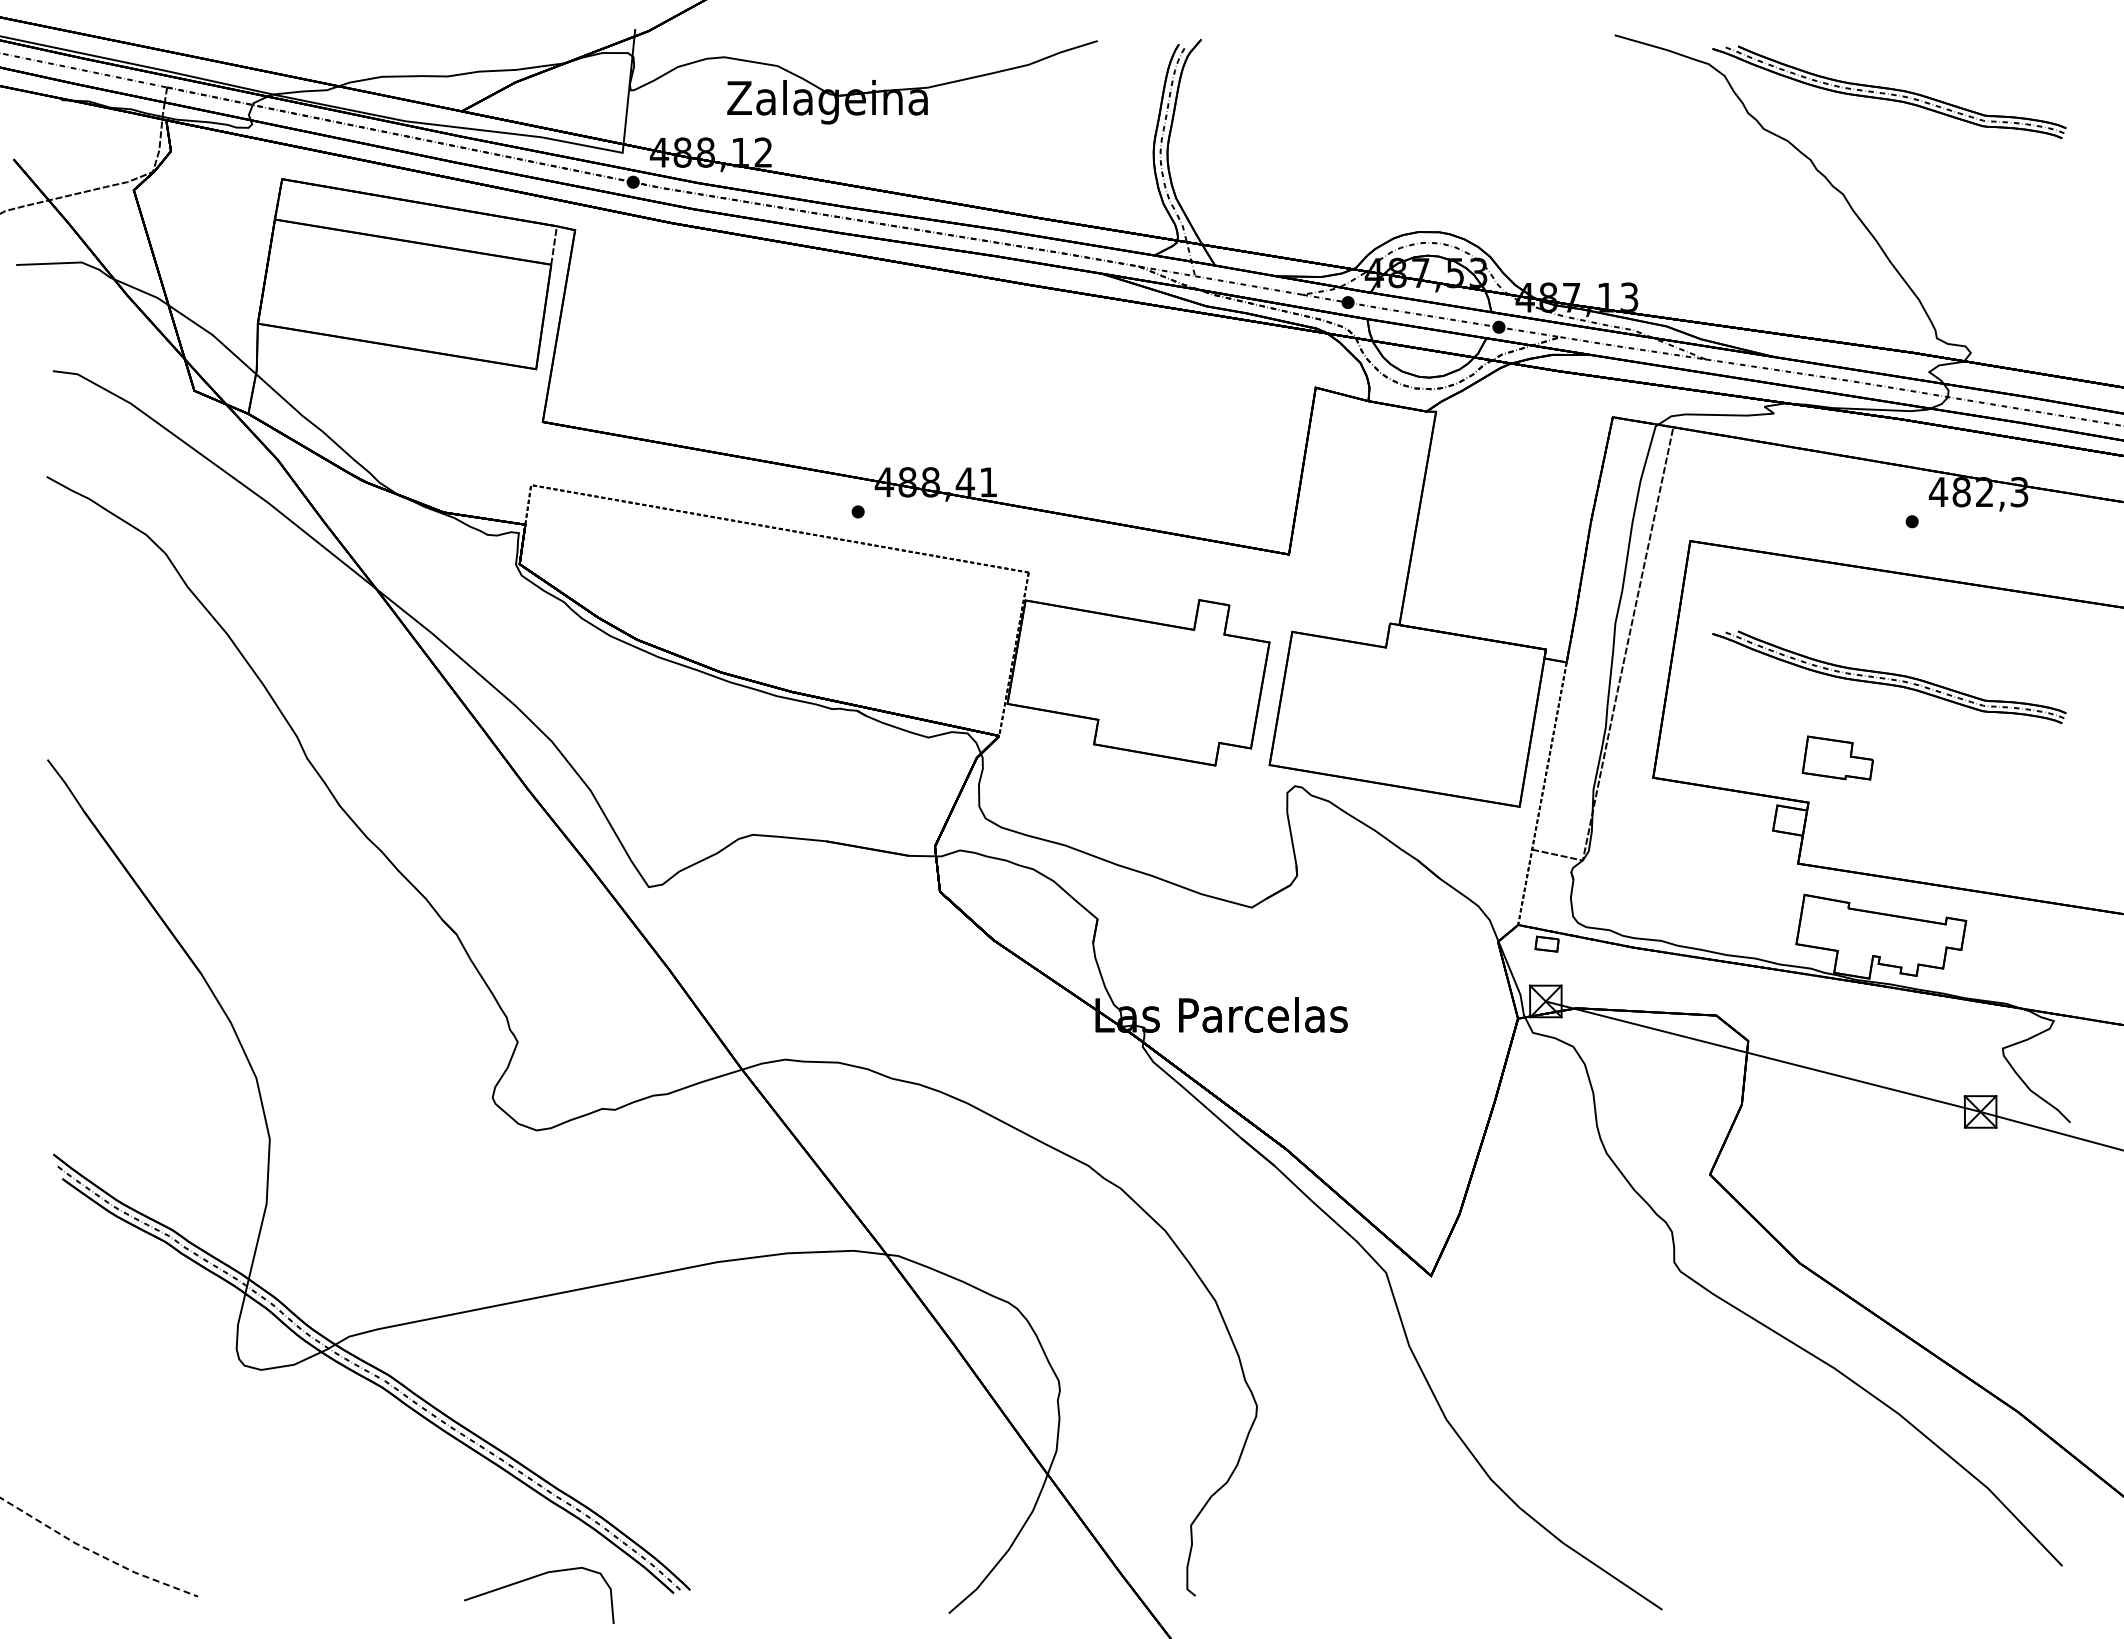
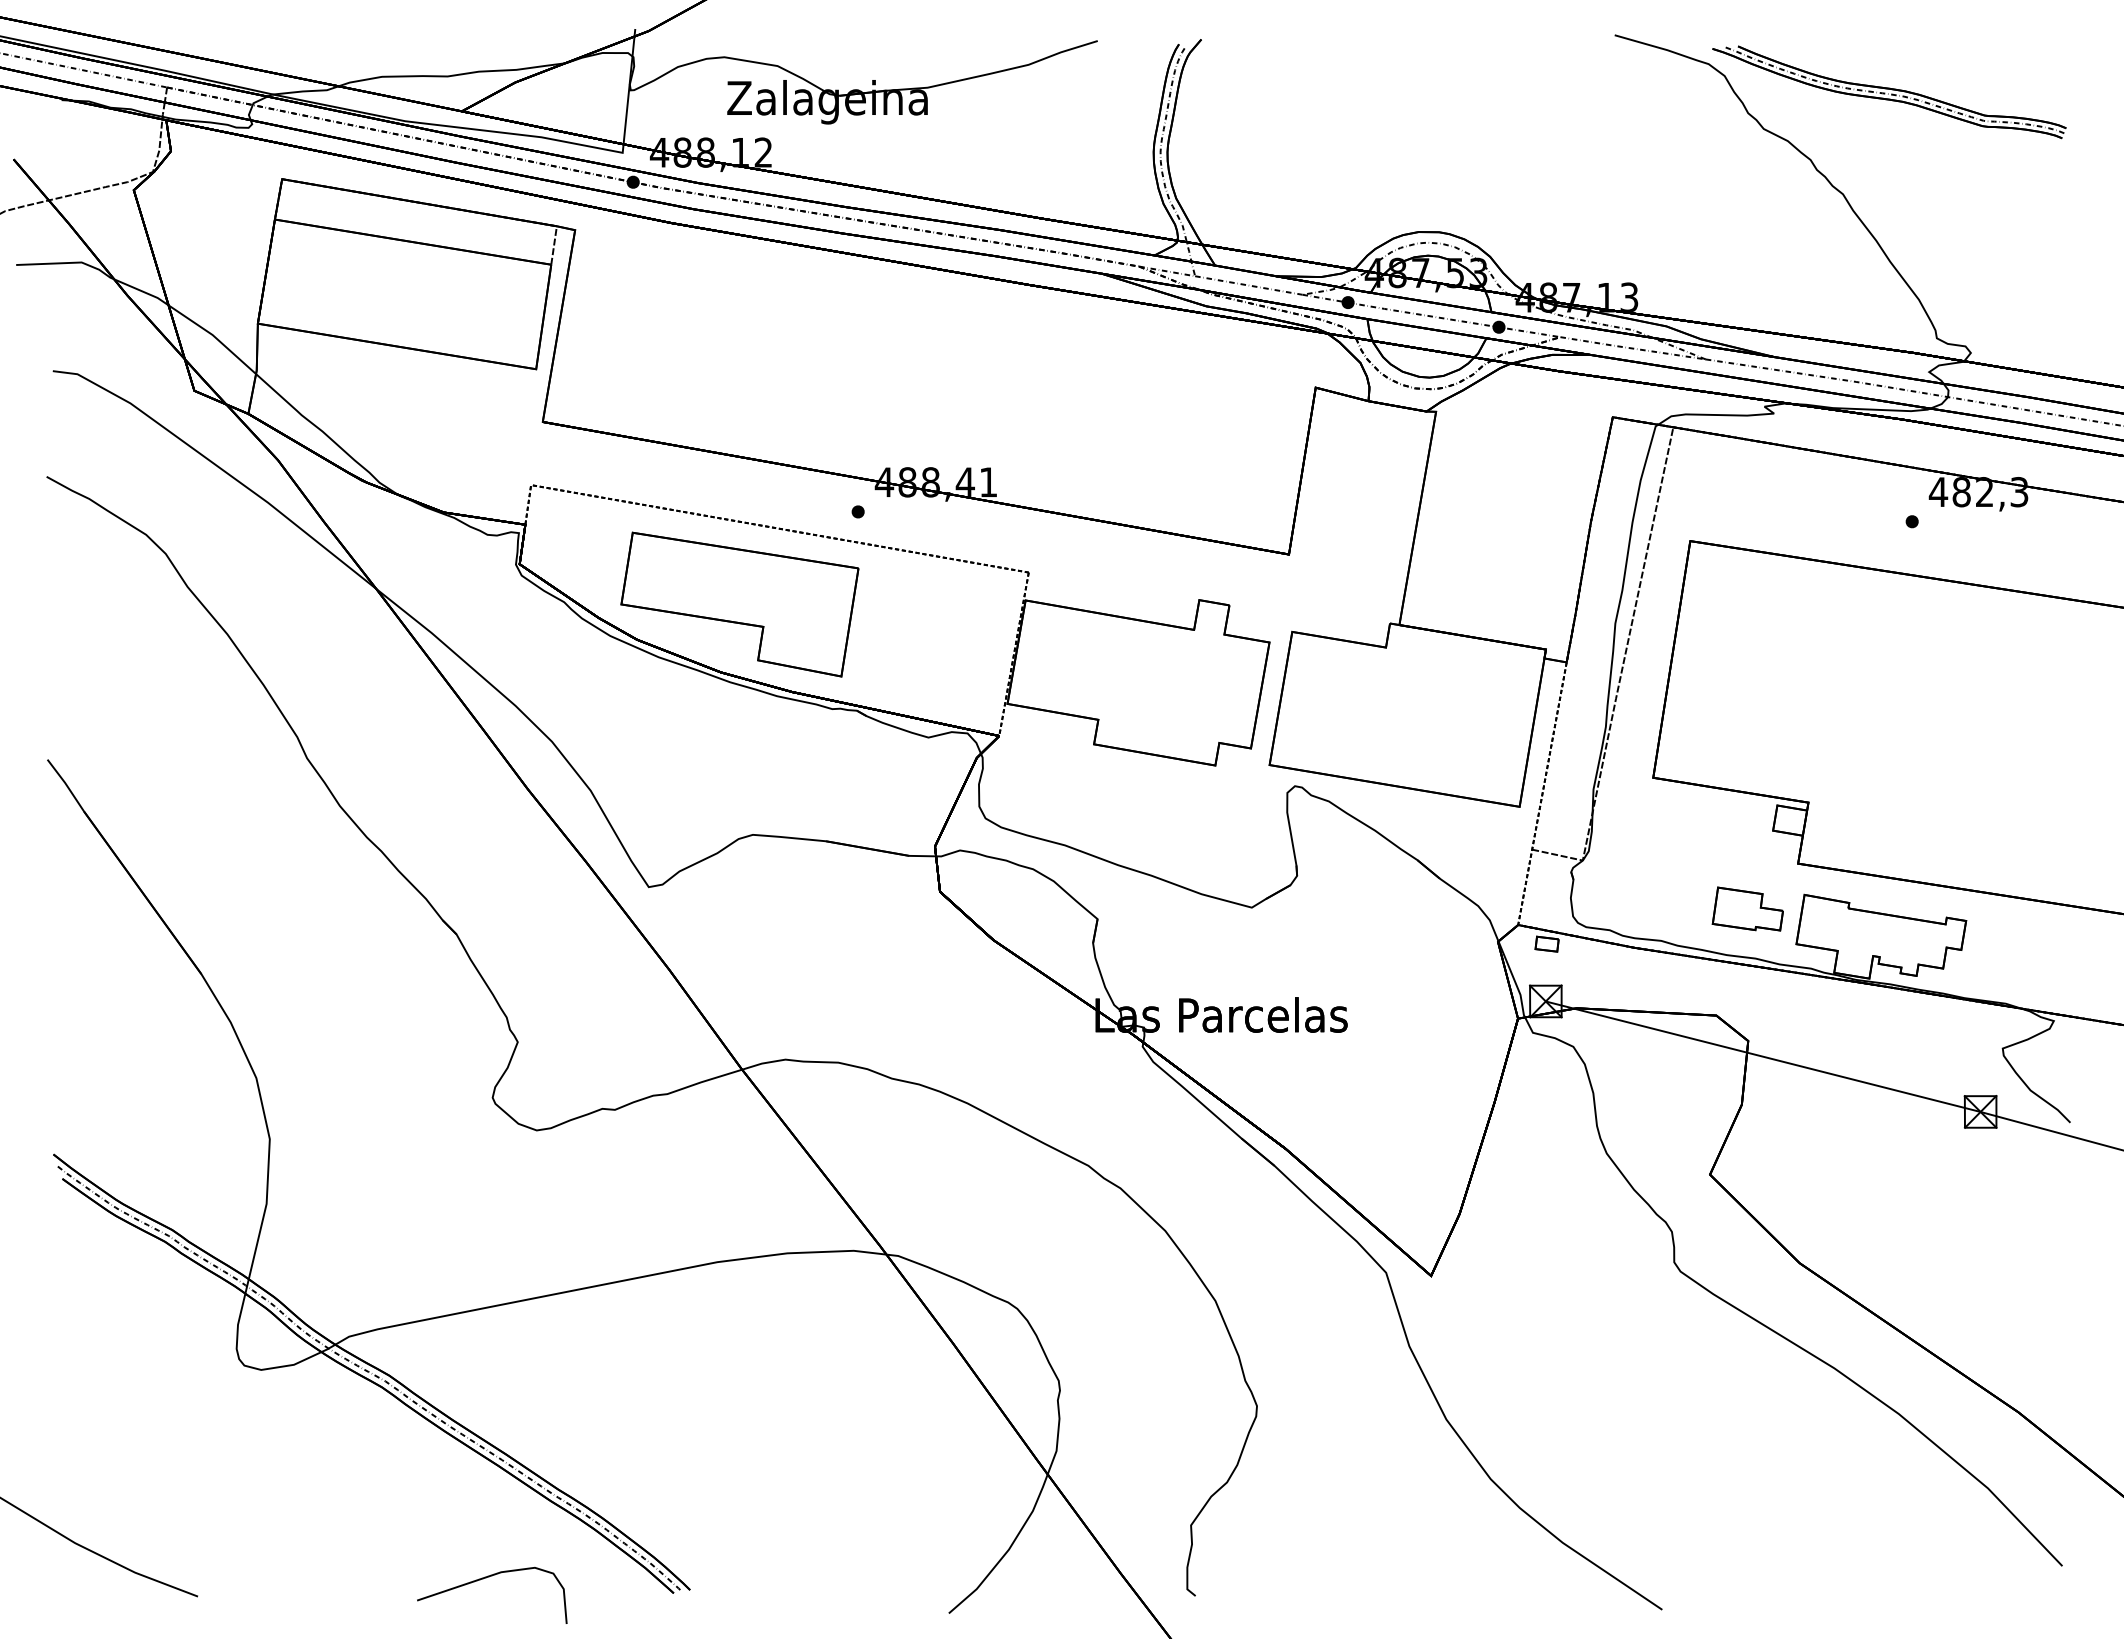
part at (739, 604): none -> present
part at (1889, 677): present -> none
part at (1837, 757) position: (1837, 757) -> (1747, 908)
line at (96, 1553): dashed -> solid
curve at (533, 1578) position: (533, 1578) -> (486, 1578)
